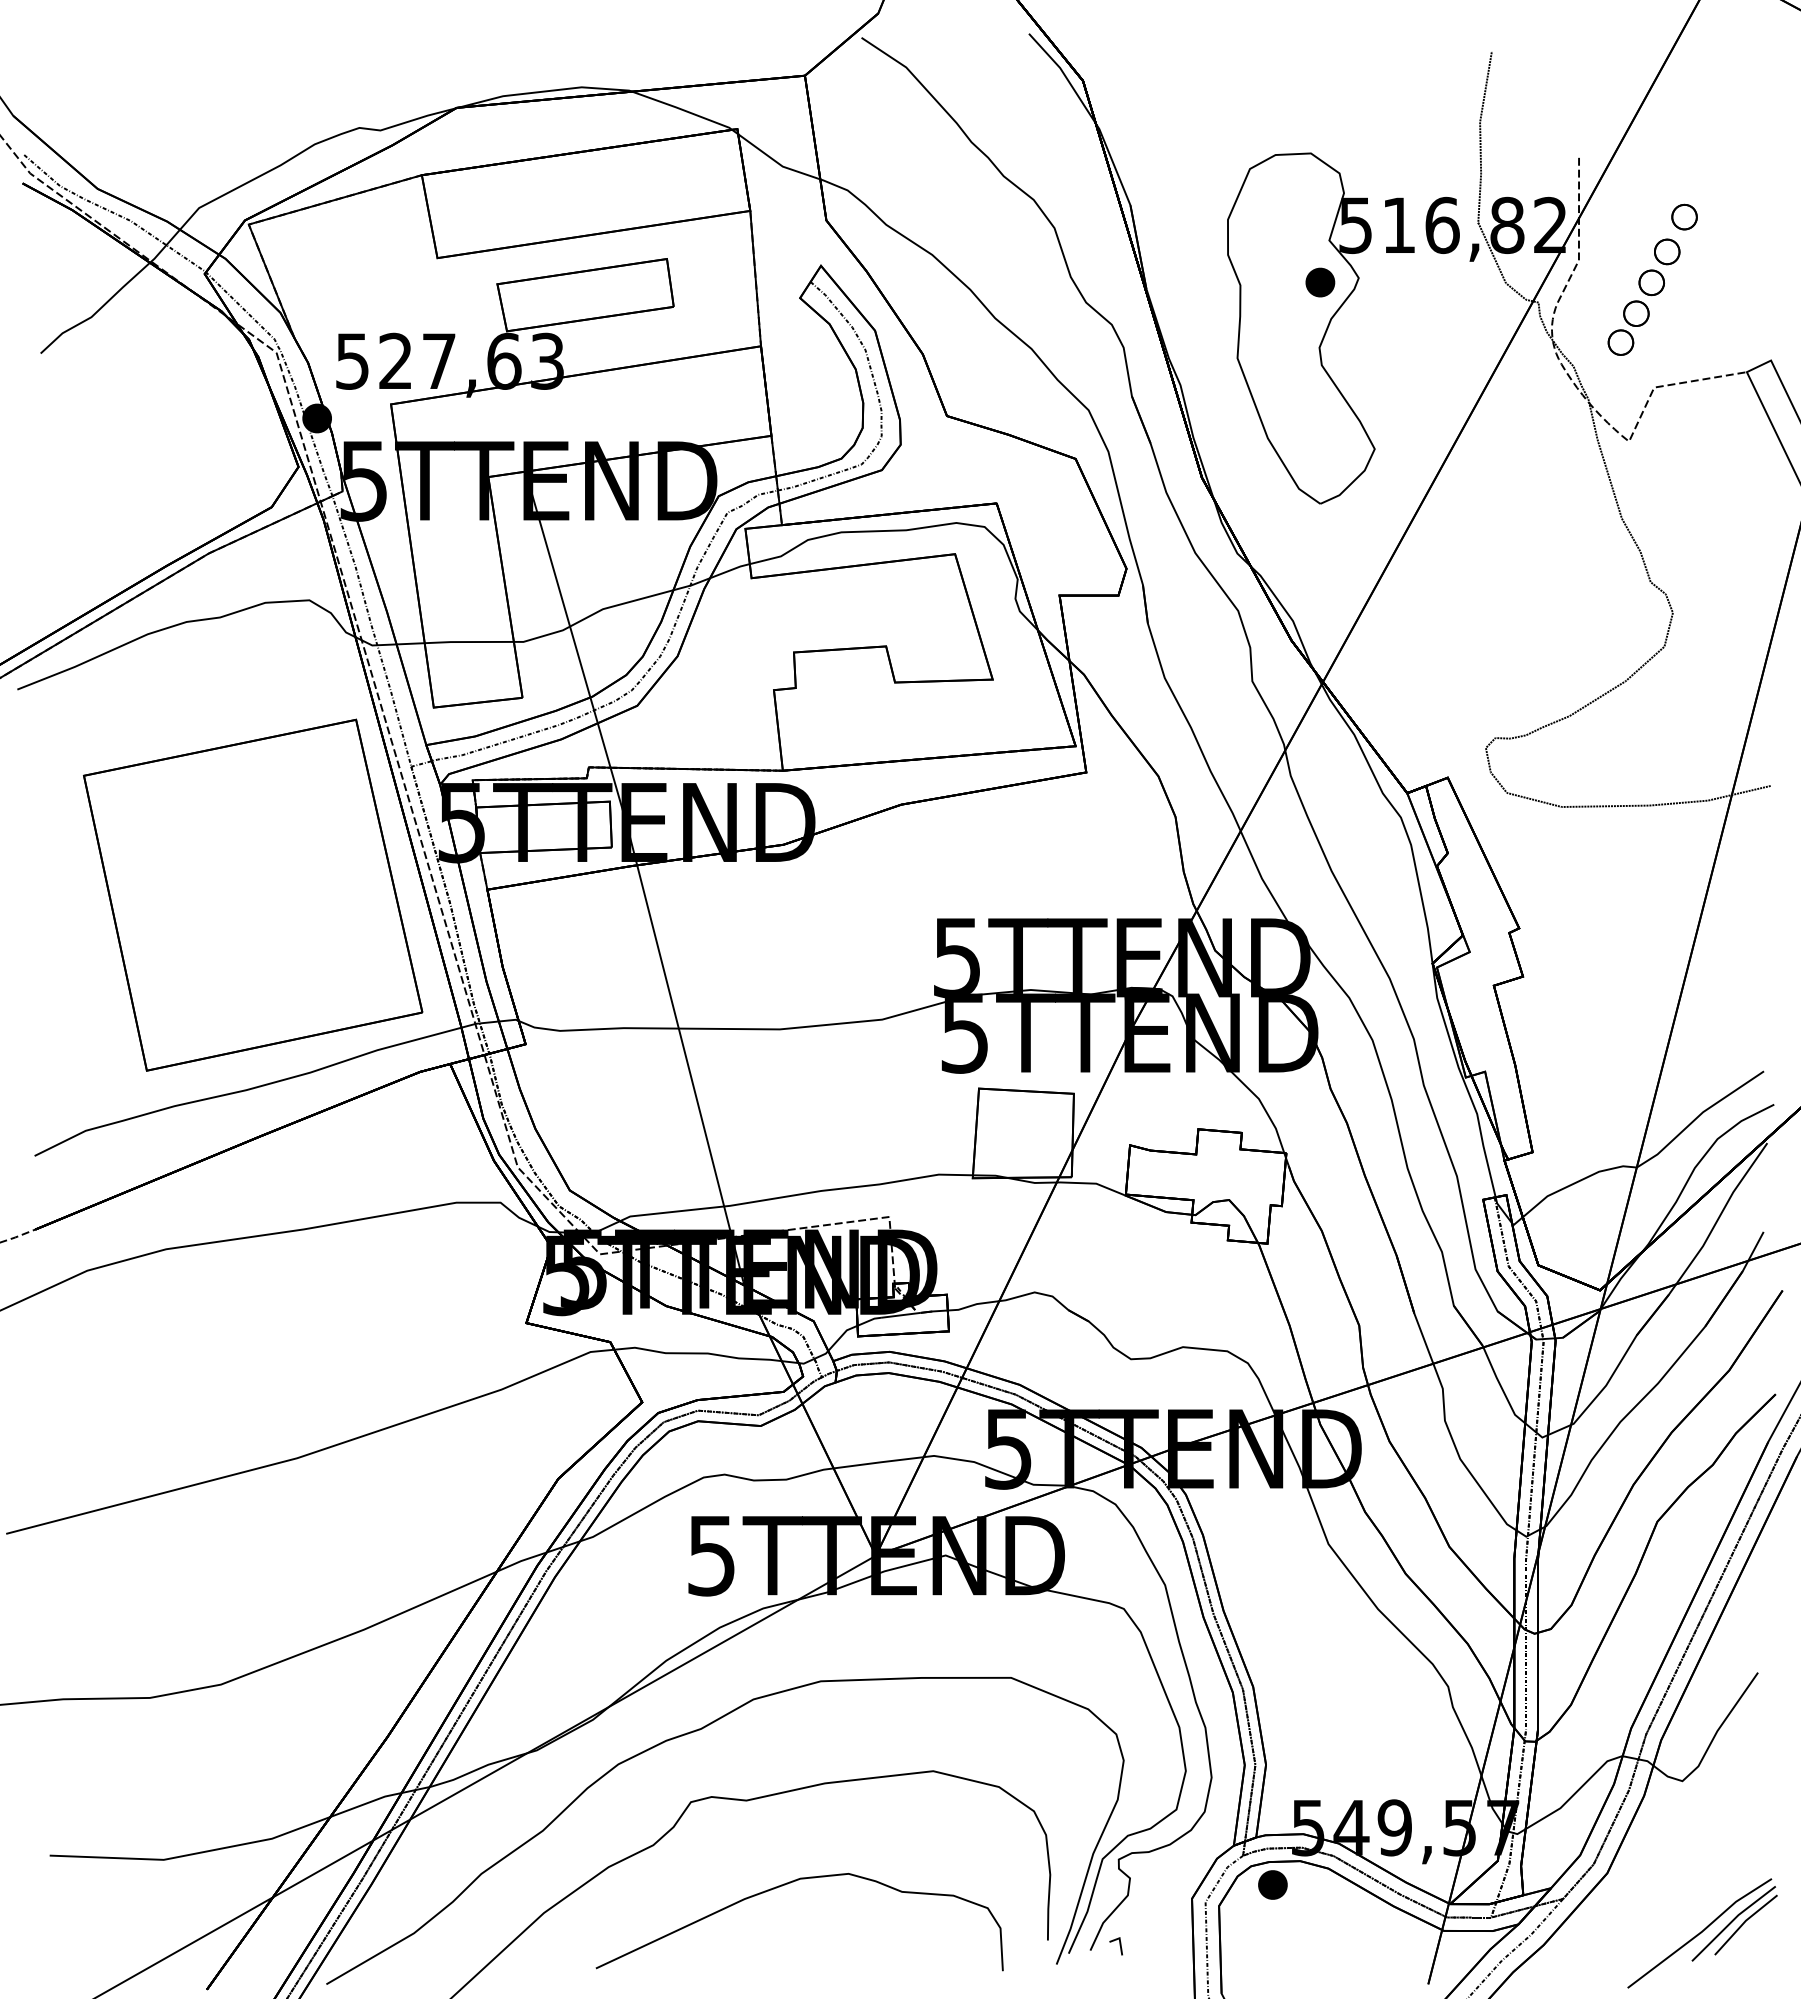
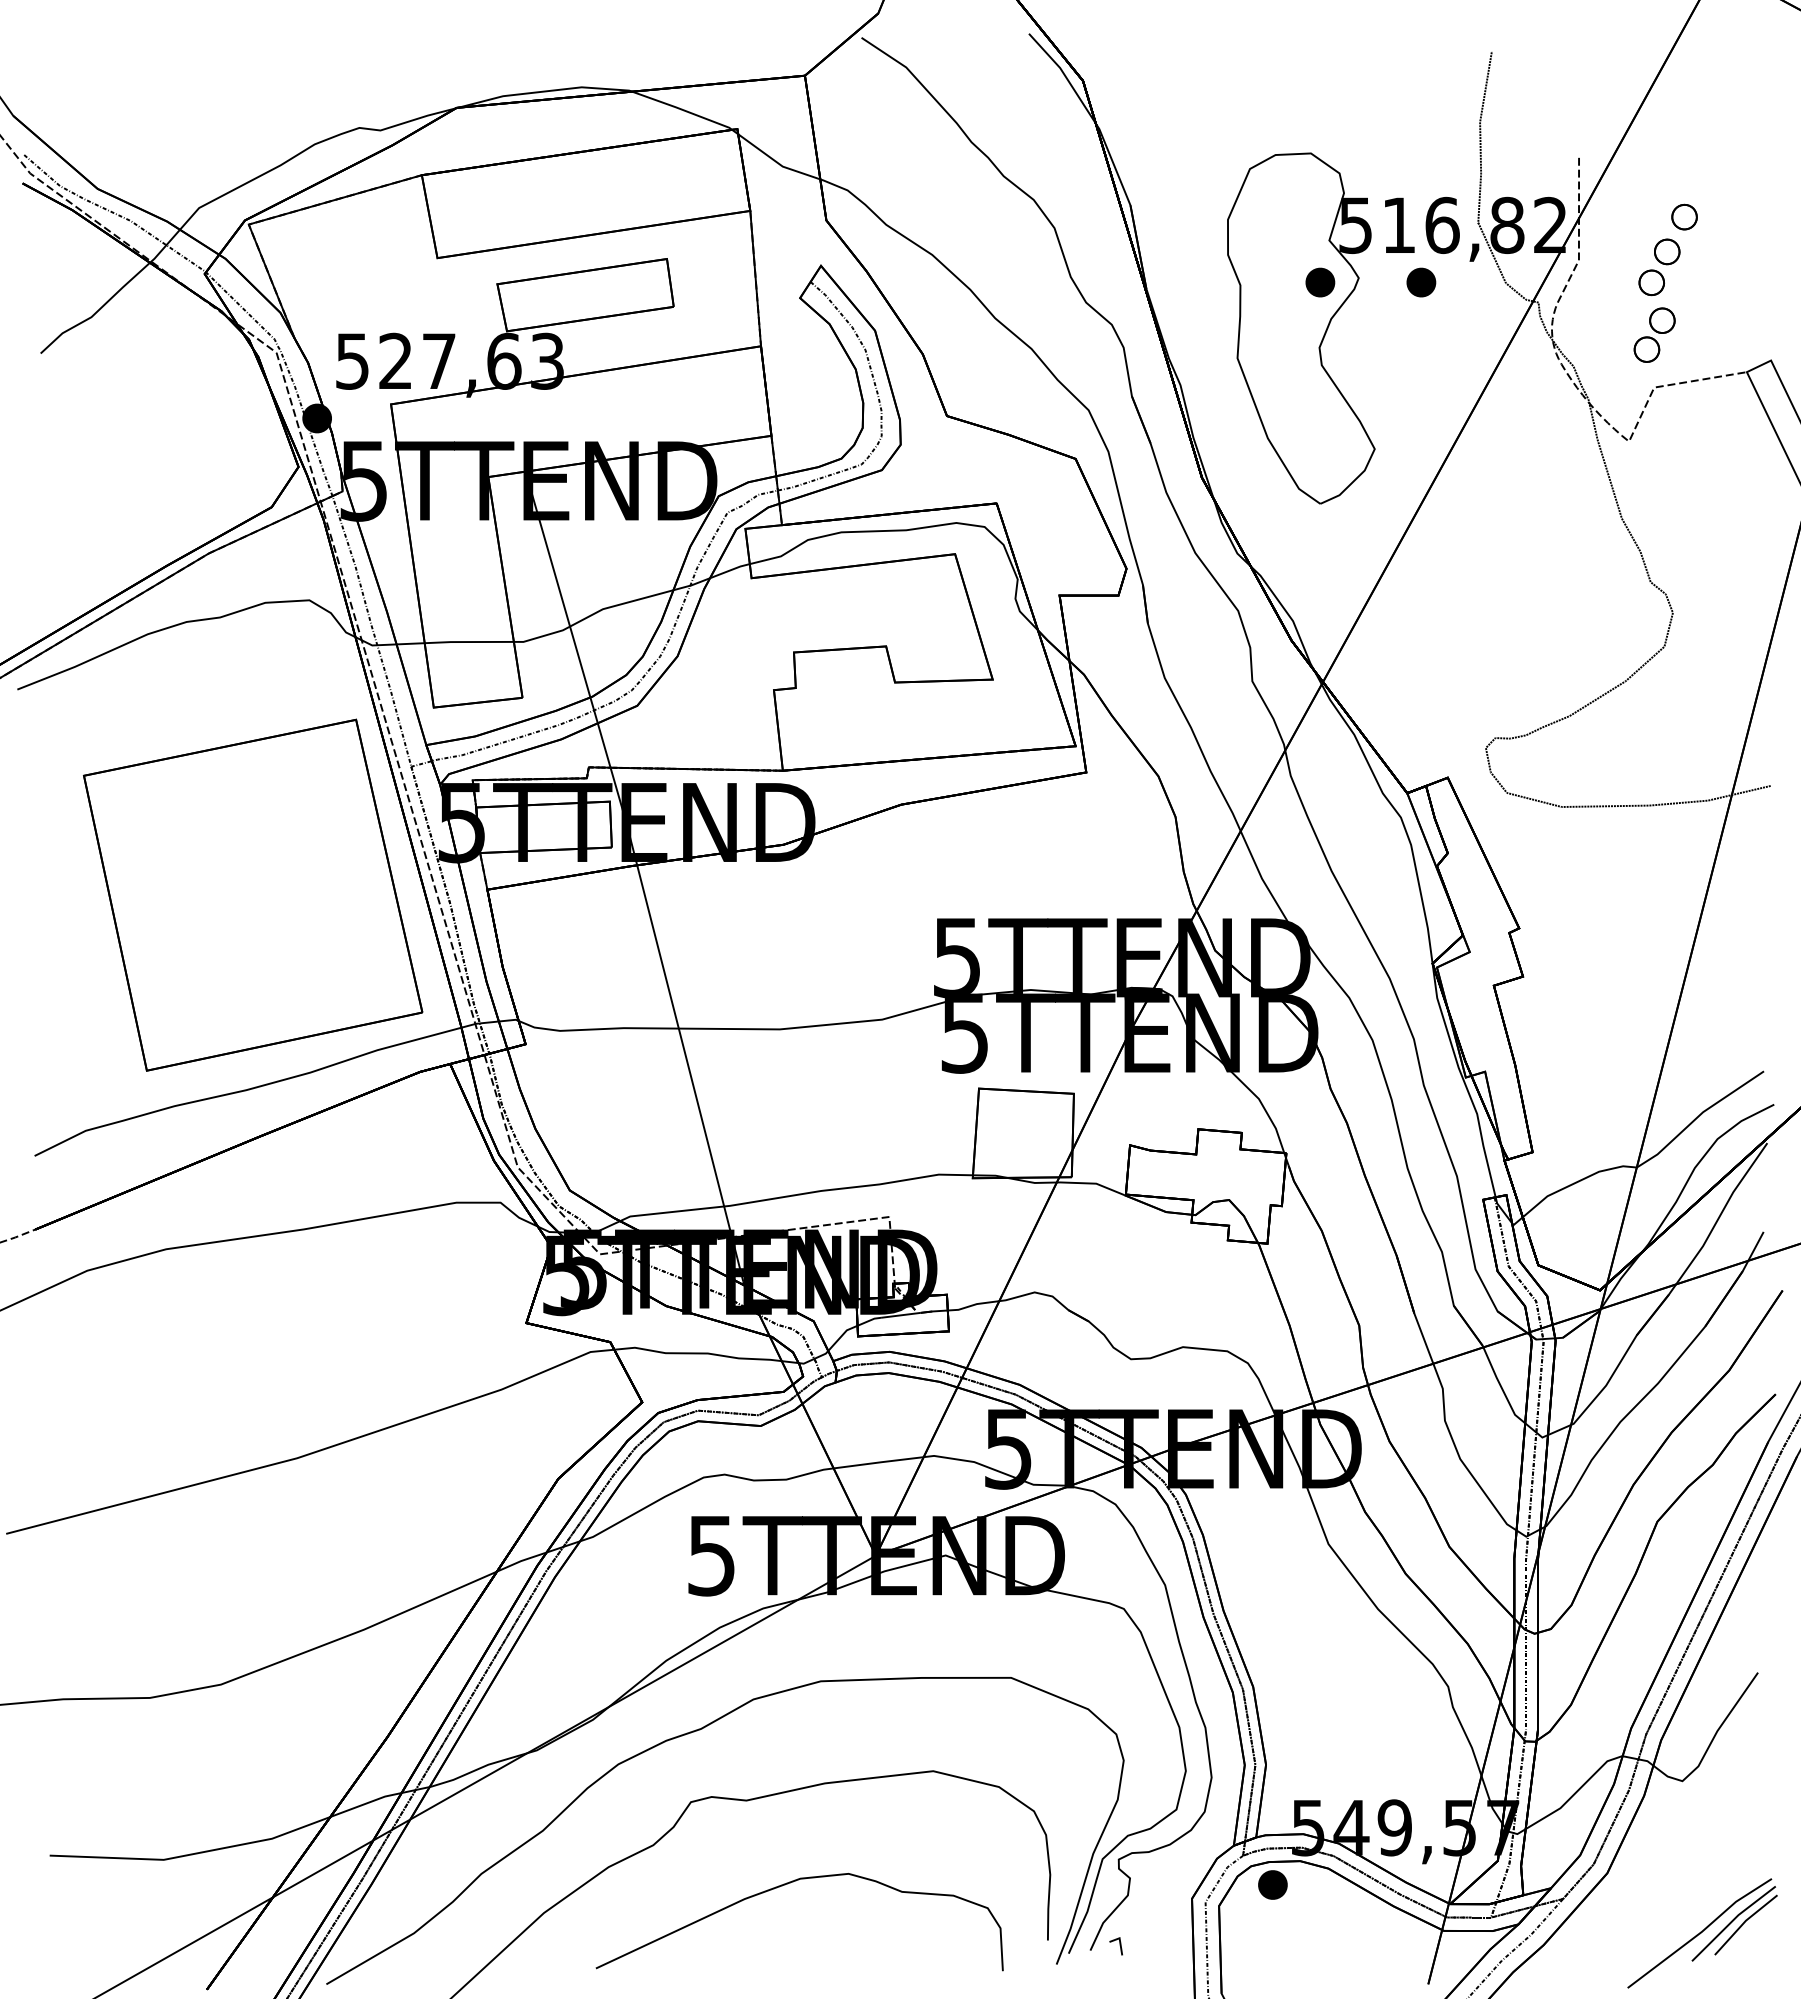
part at (1421, 282): none -> present
part at (1628, 327) position: (1628, 327) -> (1654, 334)
